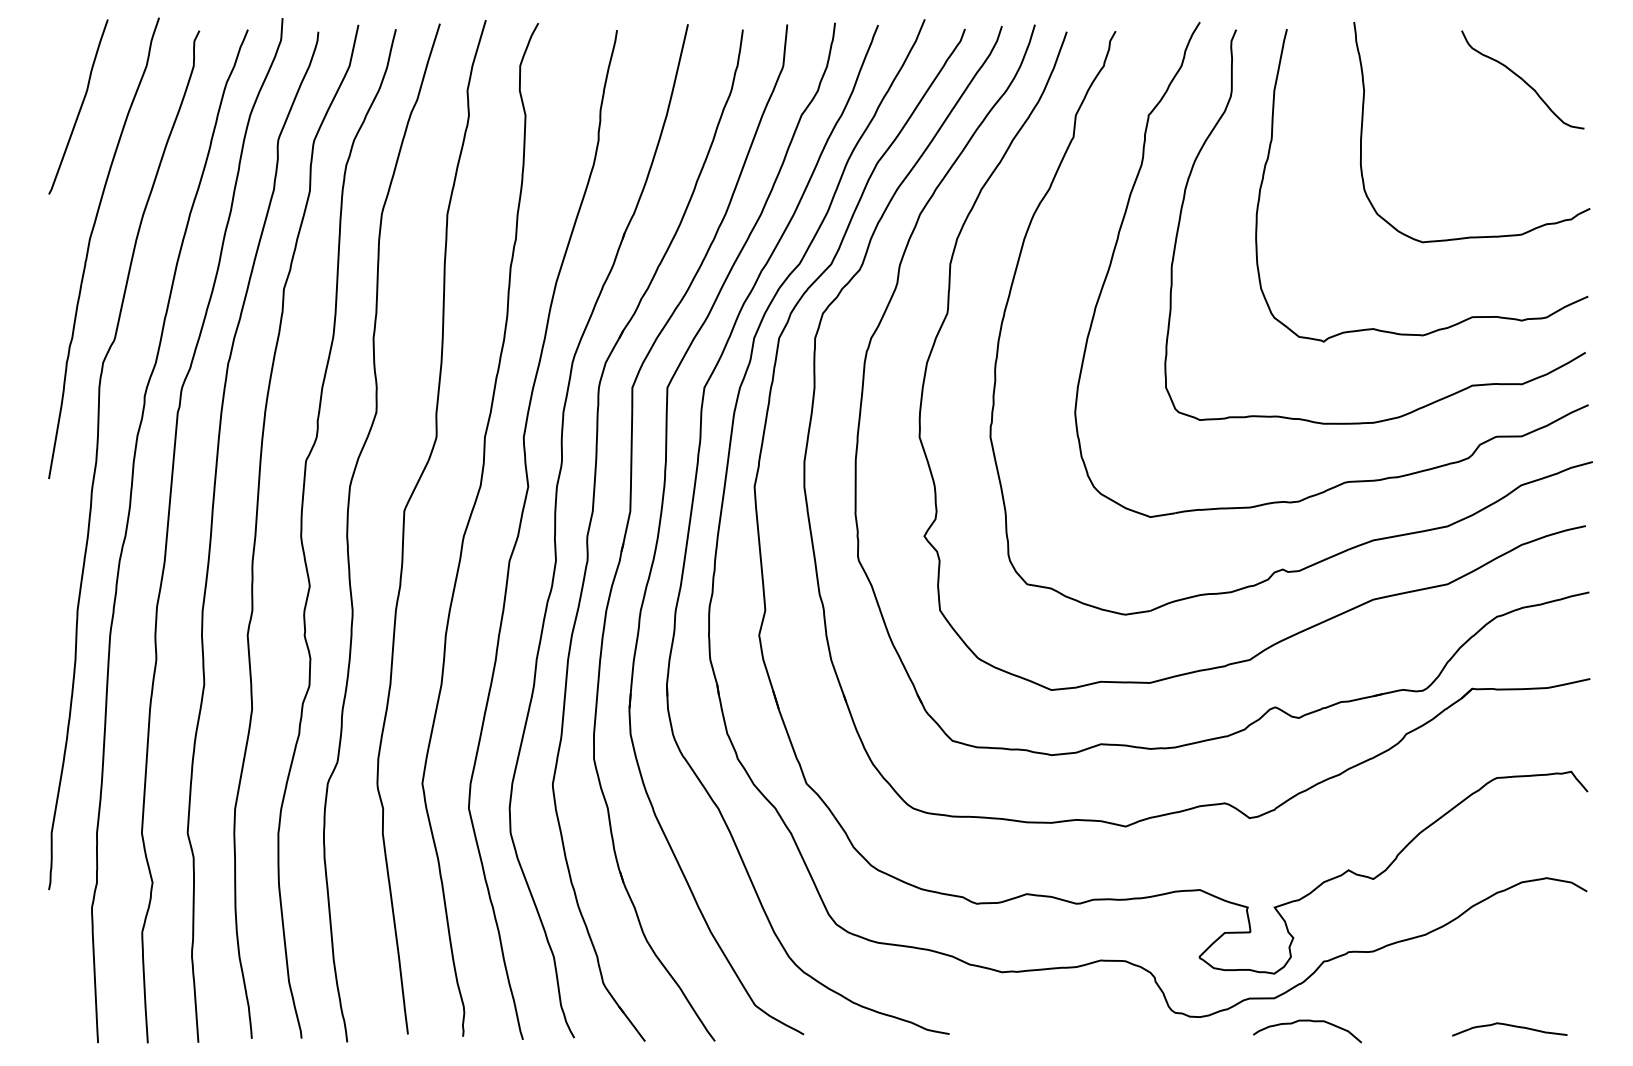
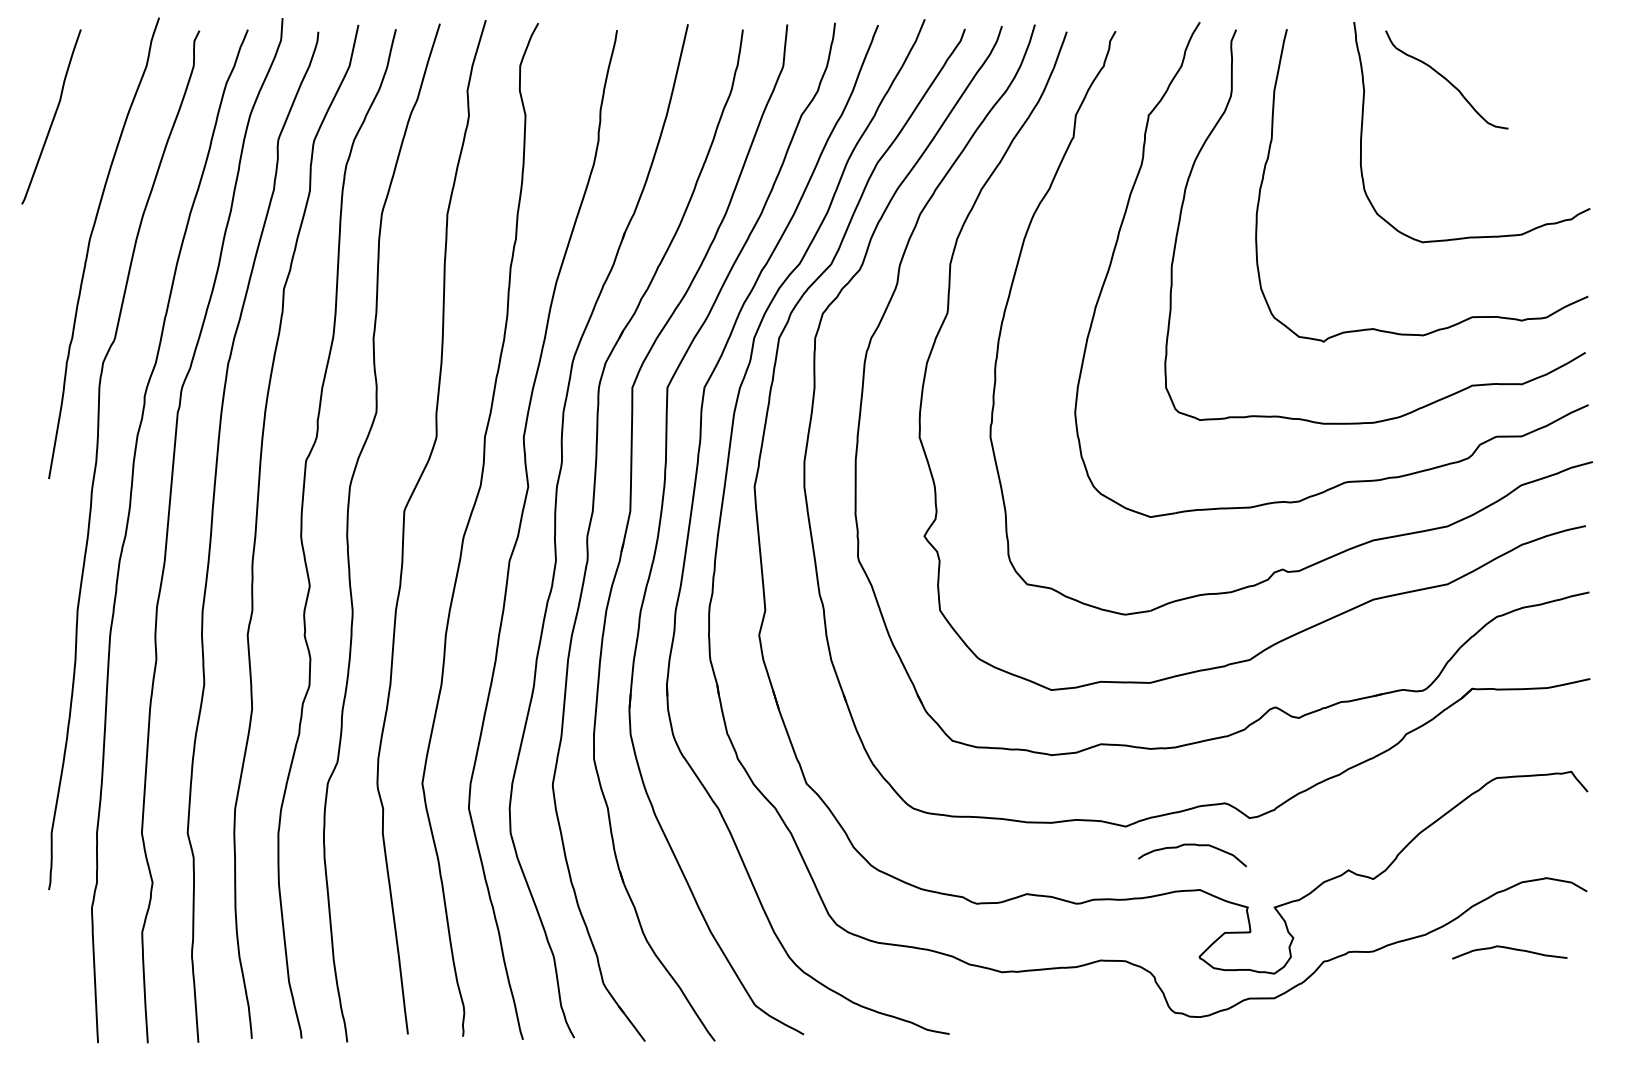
curve at (1522, 79) position: (1522, 79) -> (1446, 79)
curve at (80, 106) position: (80, 106) -> (53, 116)
curve at (1307, 1021) position: (1307, 1021) -> (1192, 845)
curve at (1509, 1026) position: (1509, 1026) -> (1509, 949)
